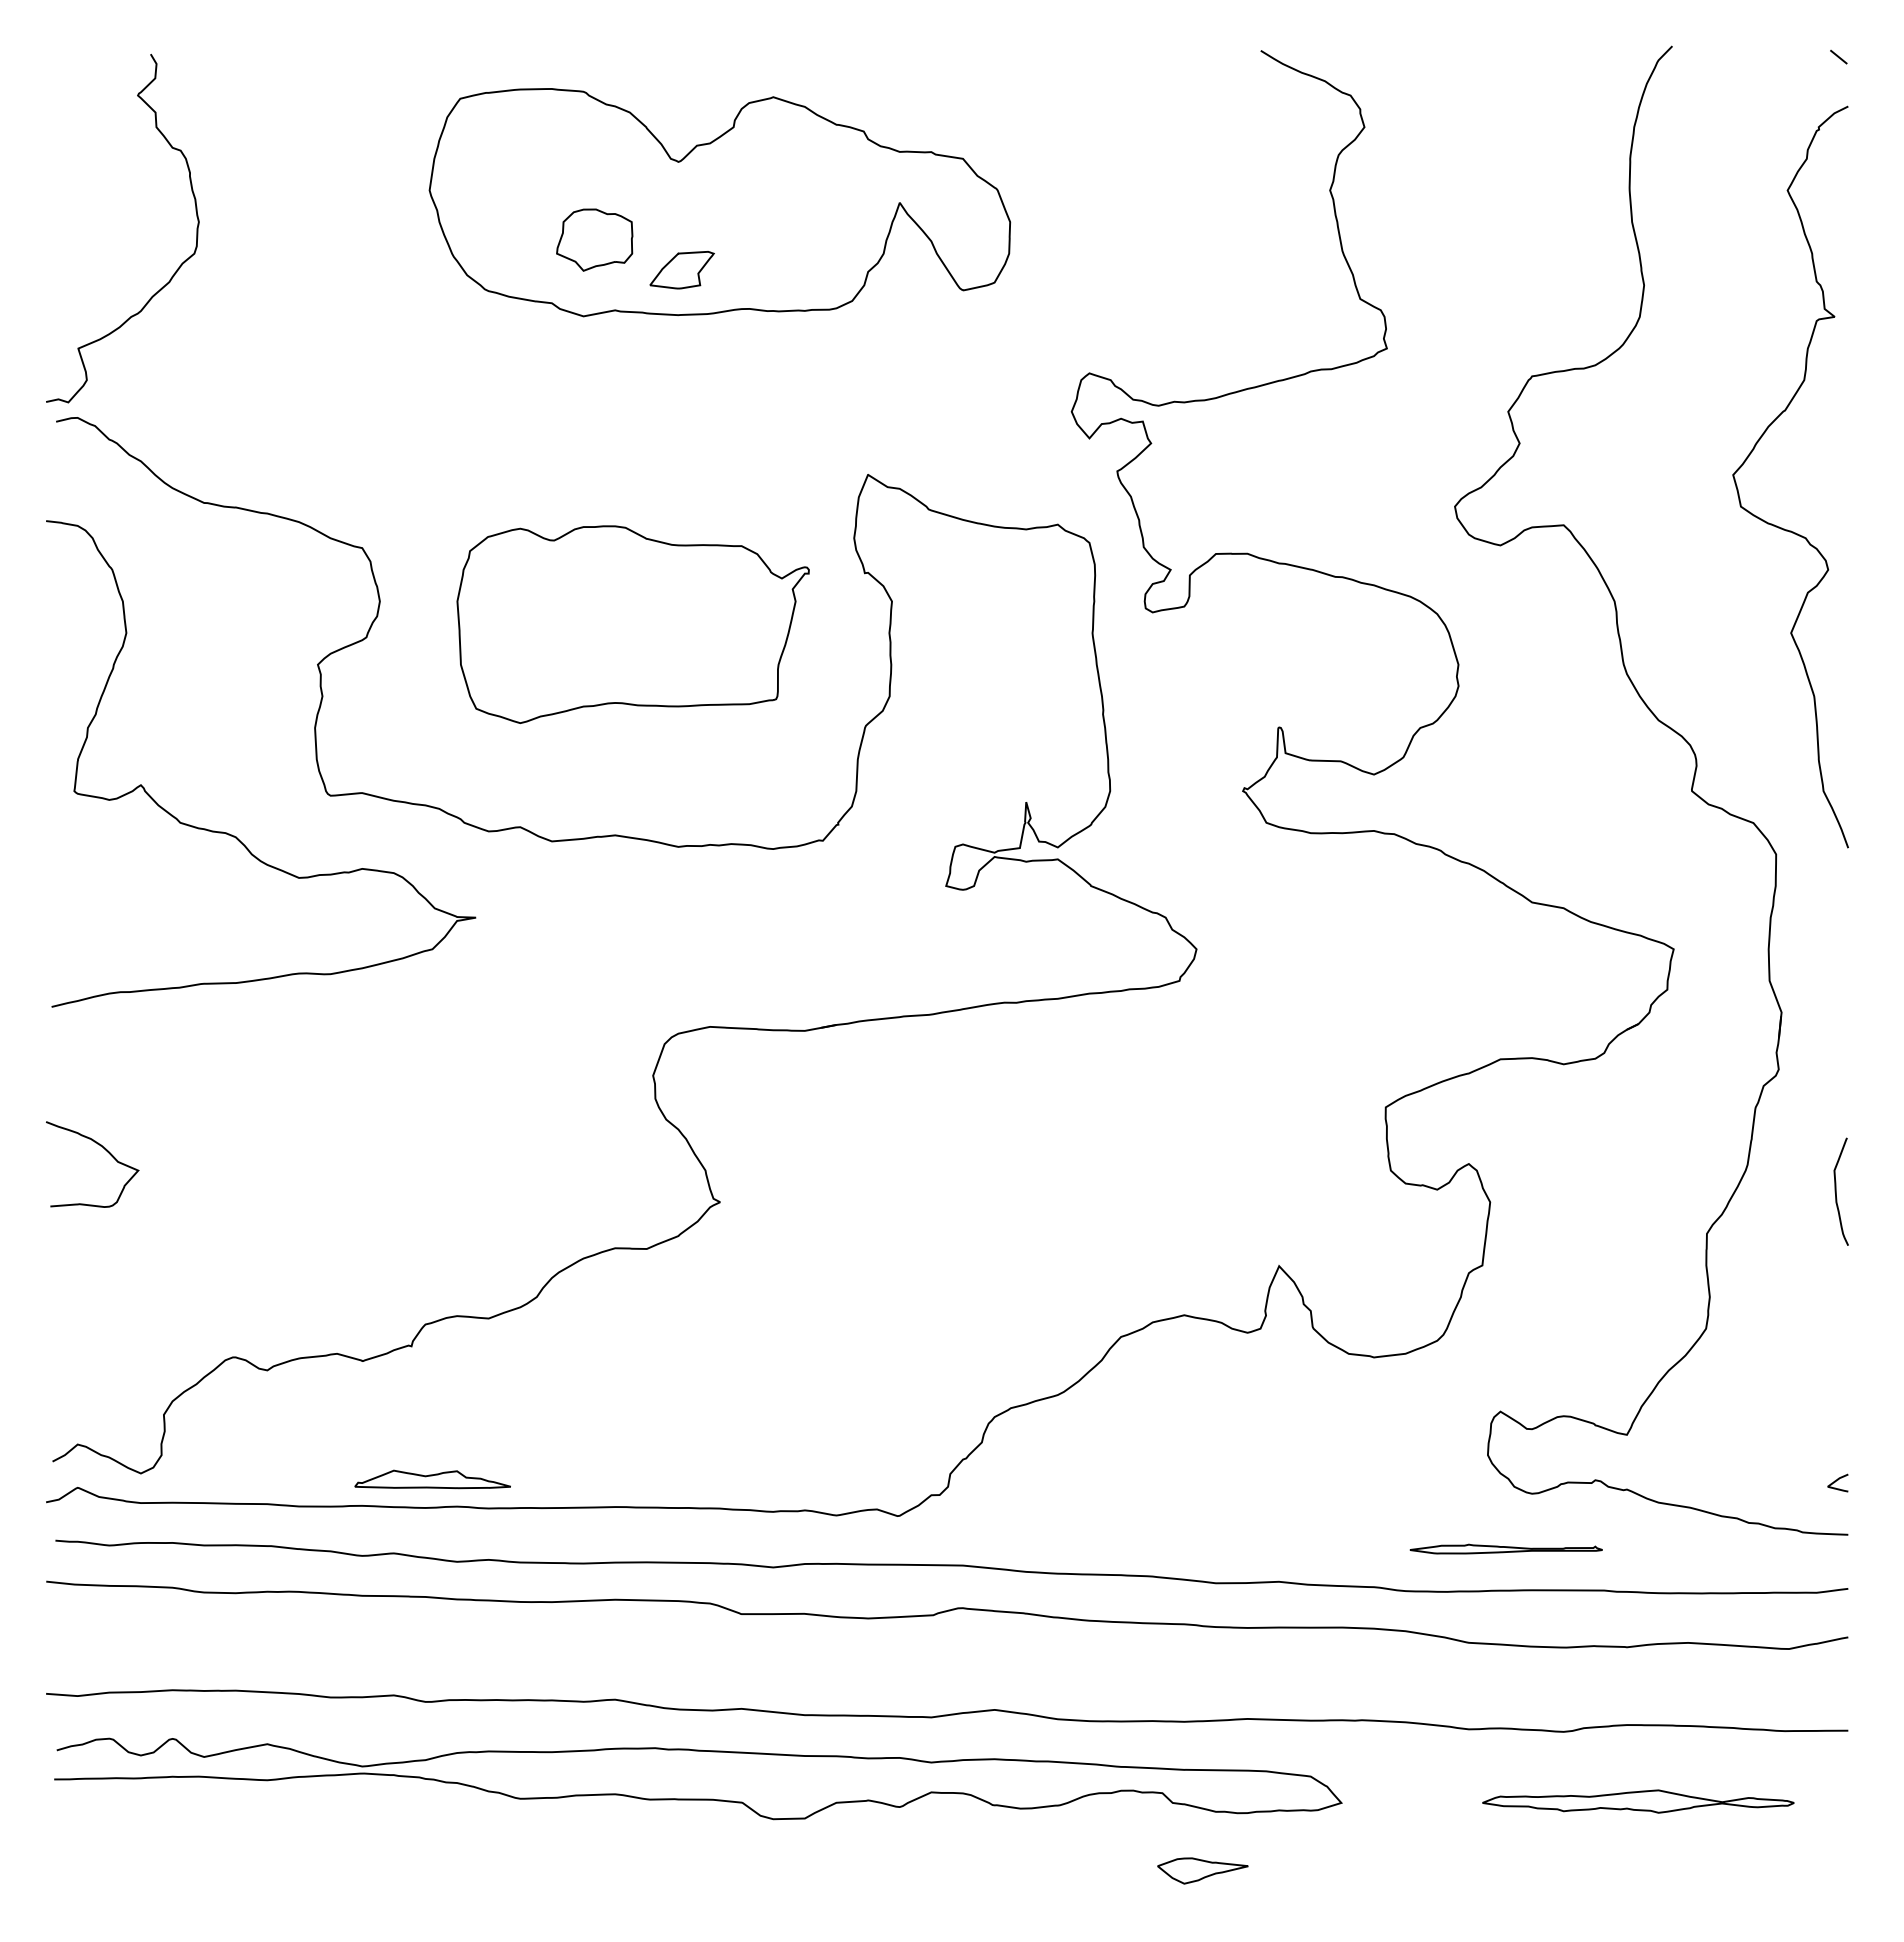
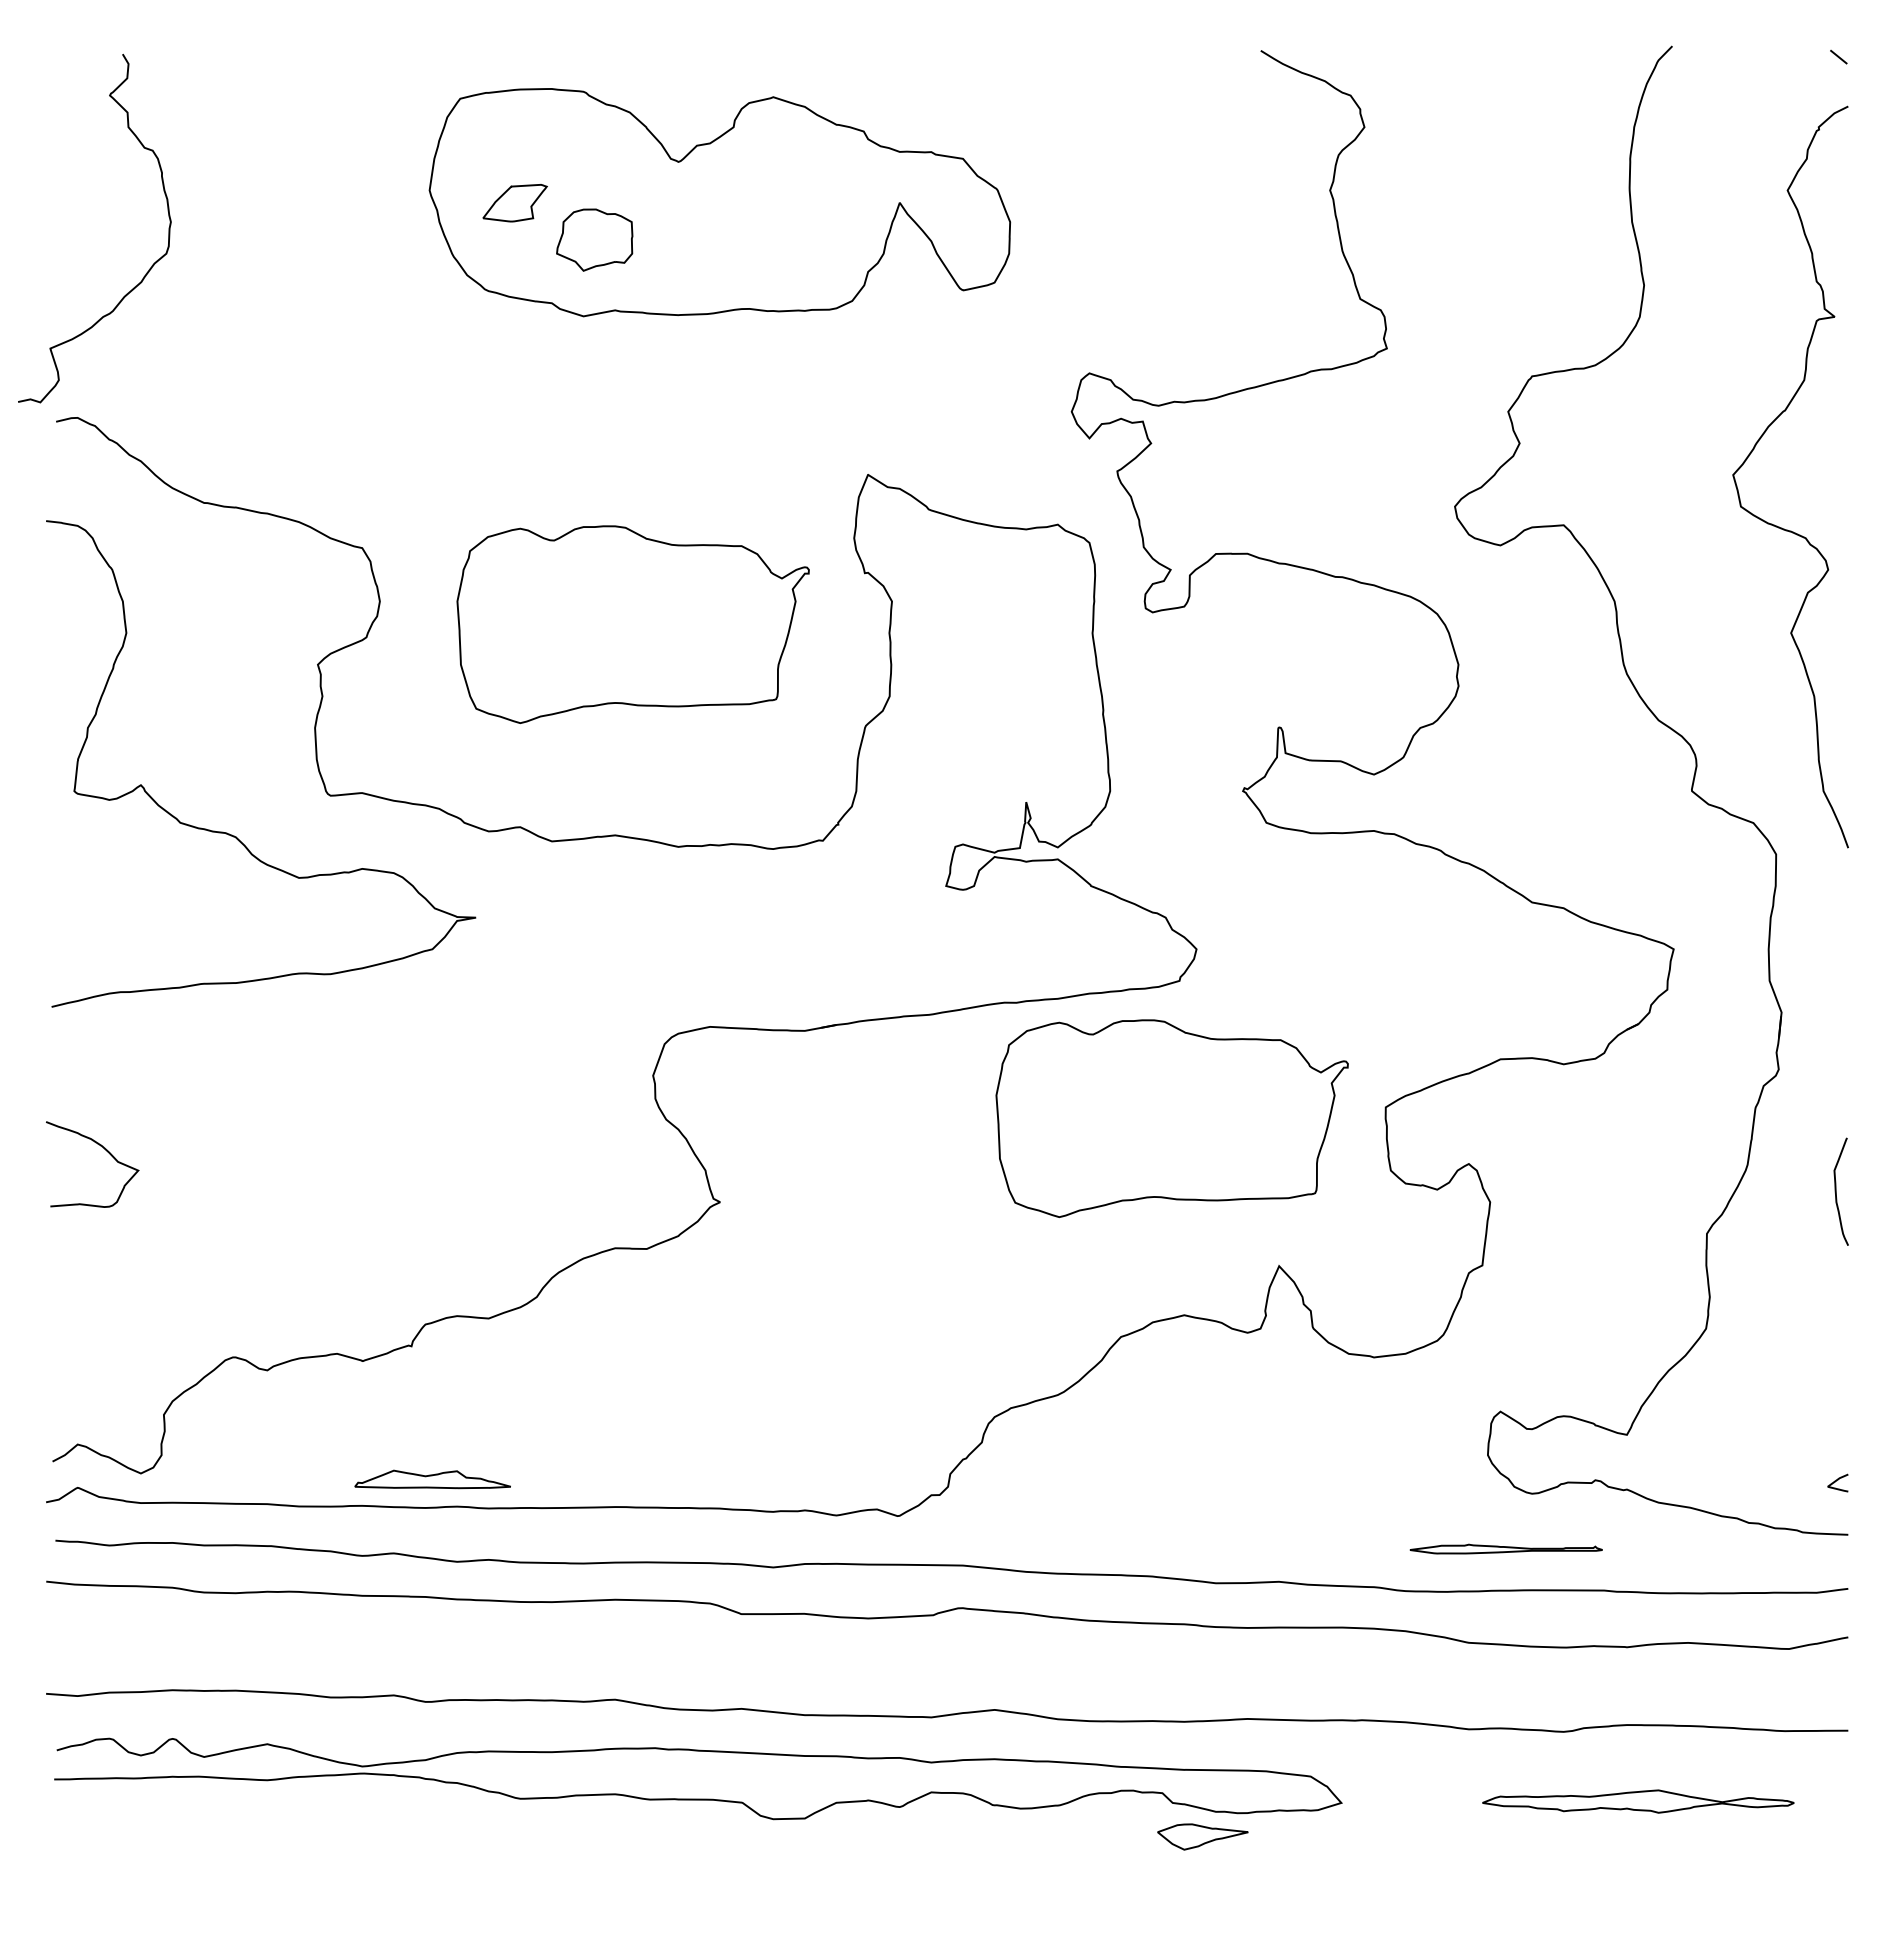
curve at (179, 265) position: (179, 265) -> (151, 265)
part at (681, 270) position: (681, 270) -> (514, 203)
part at (1171, 1118): none -> present
part at (1202, 1870) position: (1202, 1870) -> (1202, 1836)
